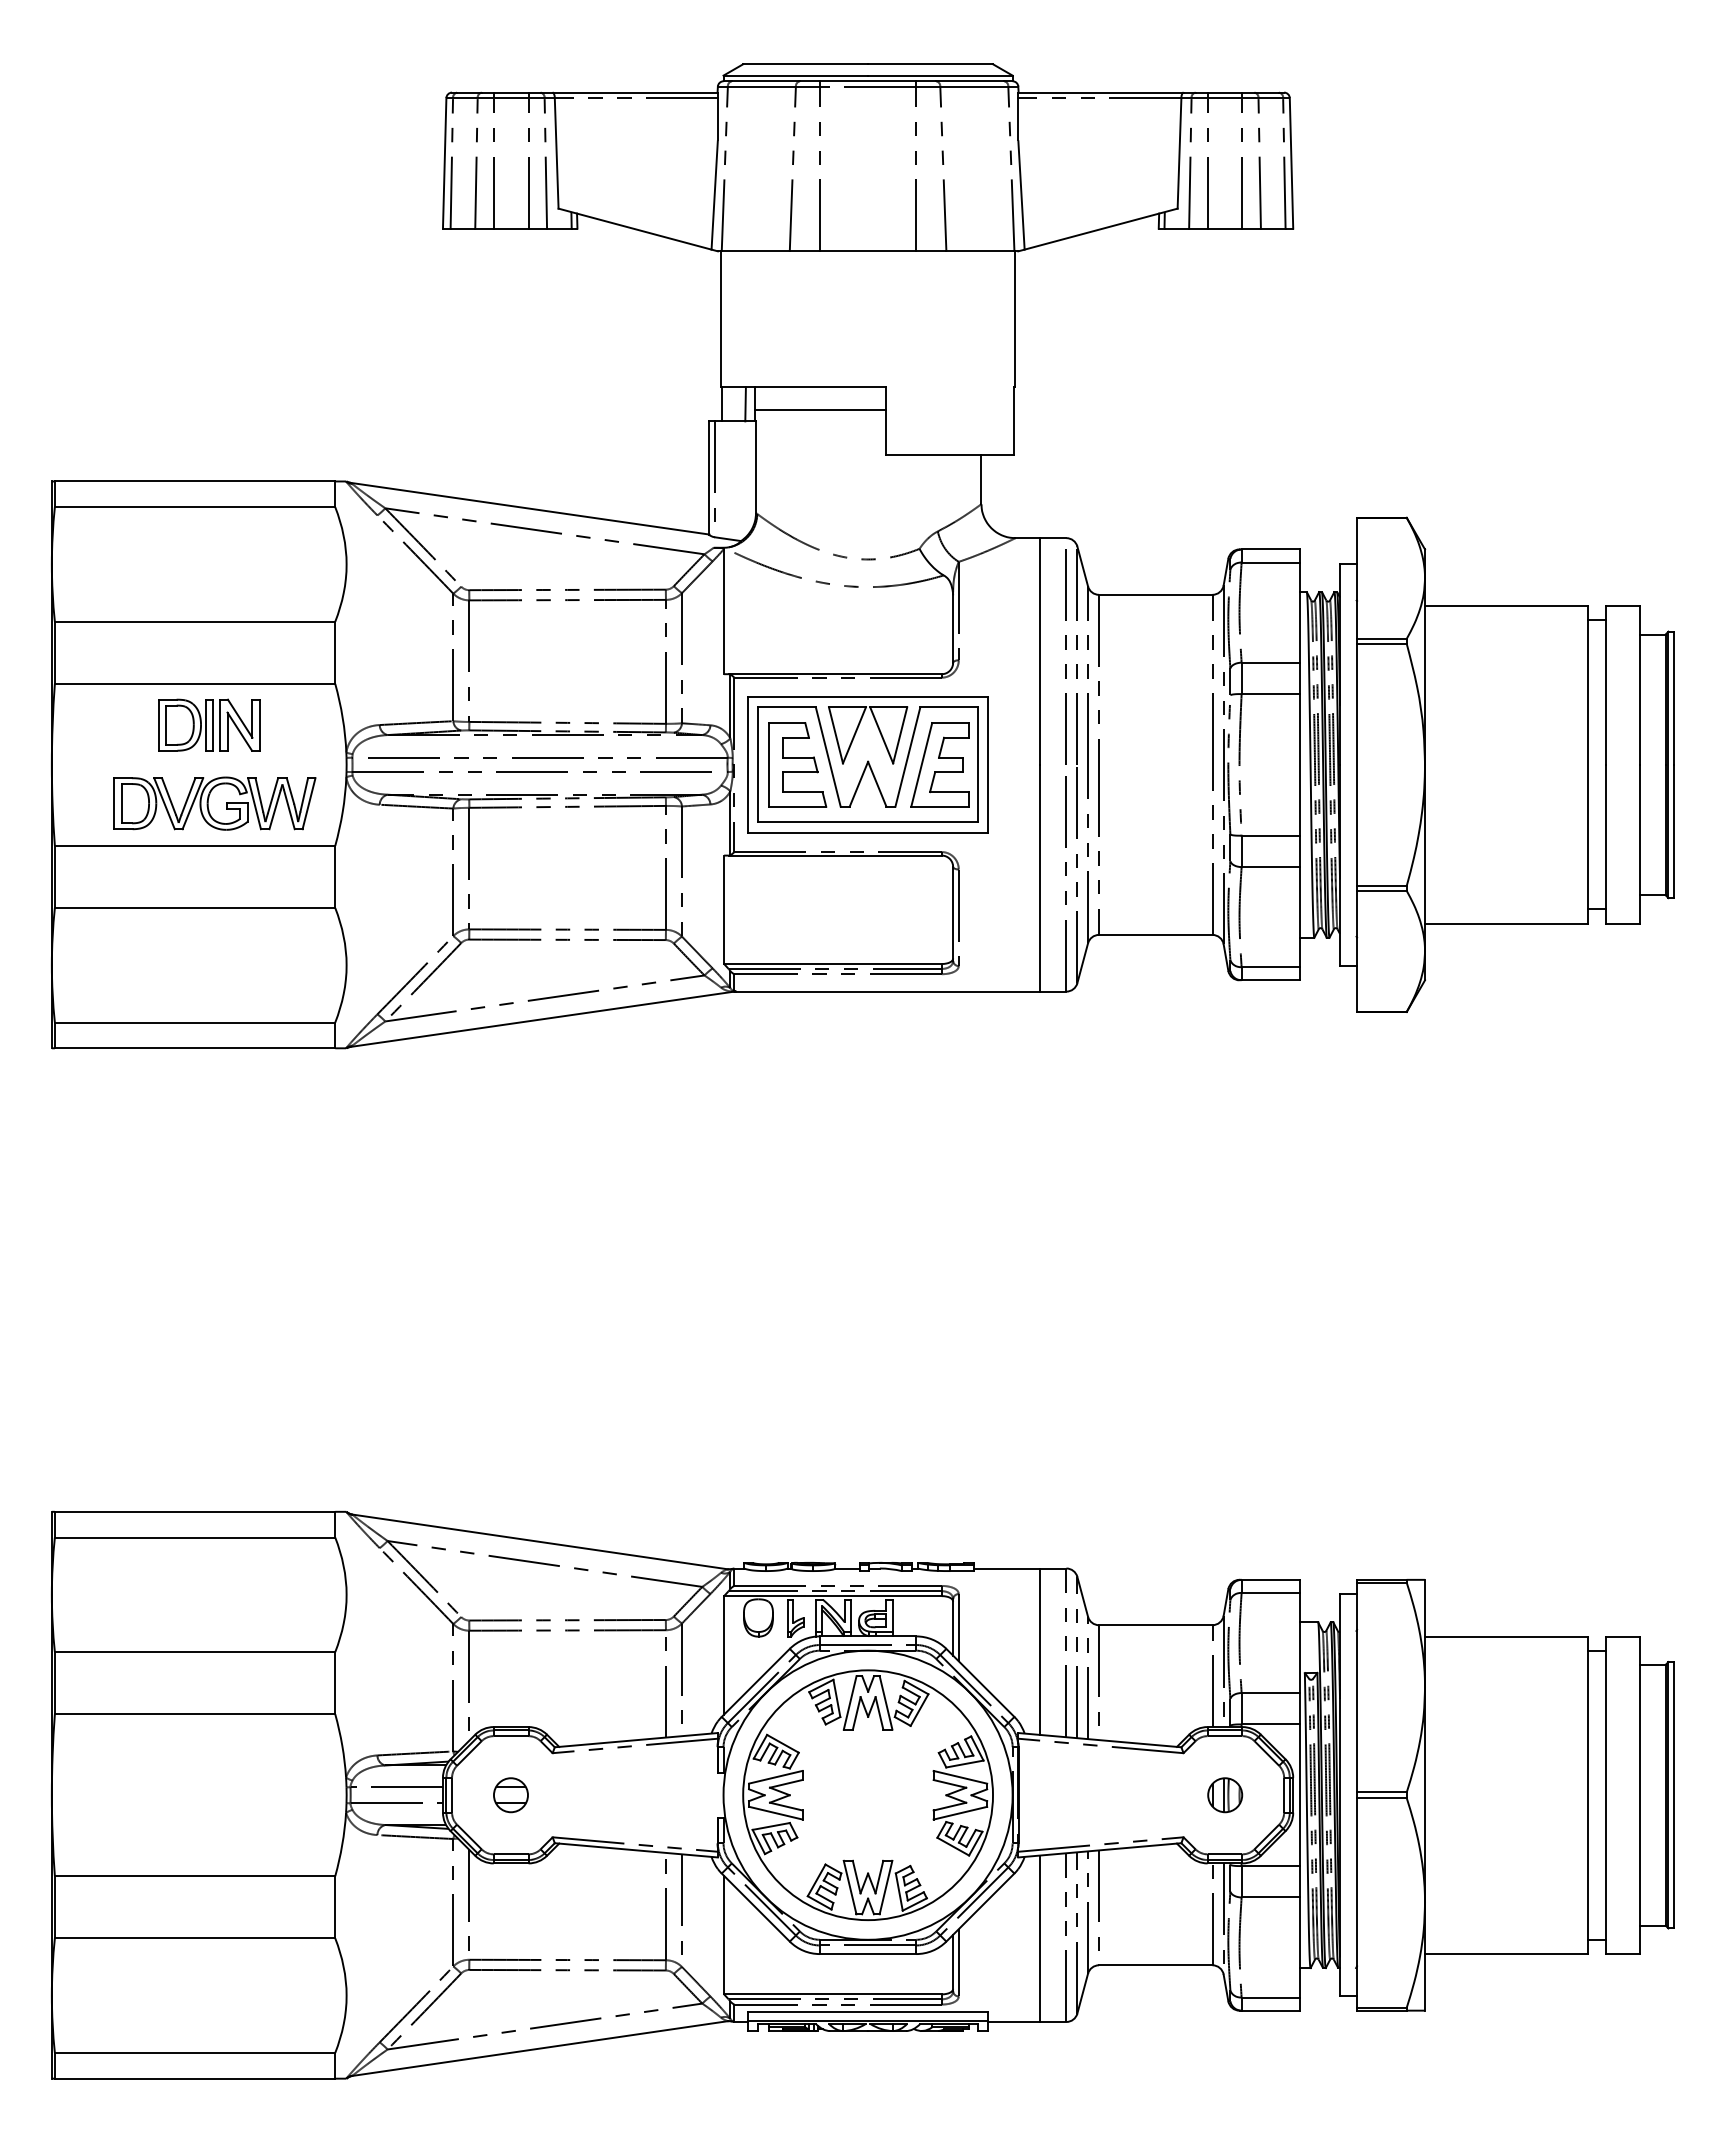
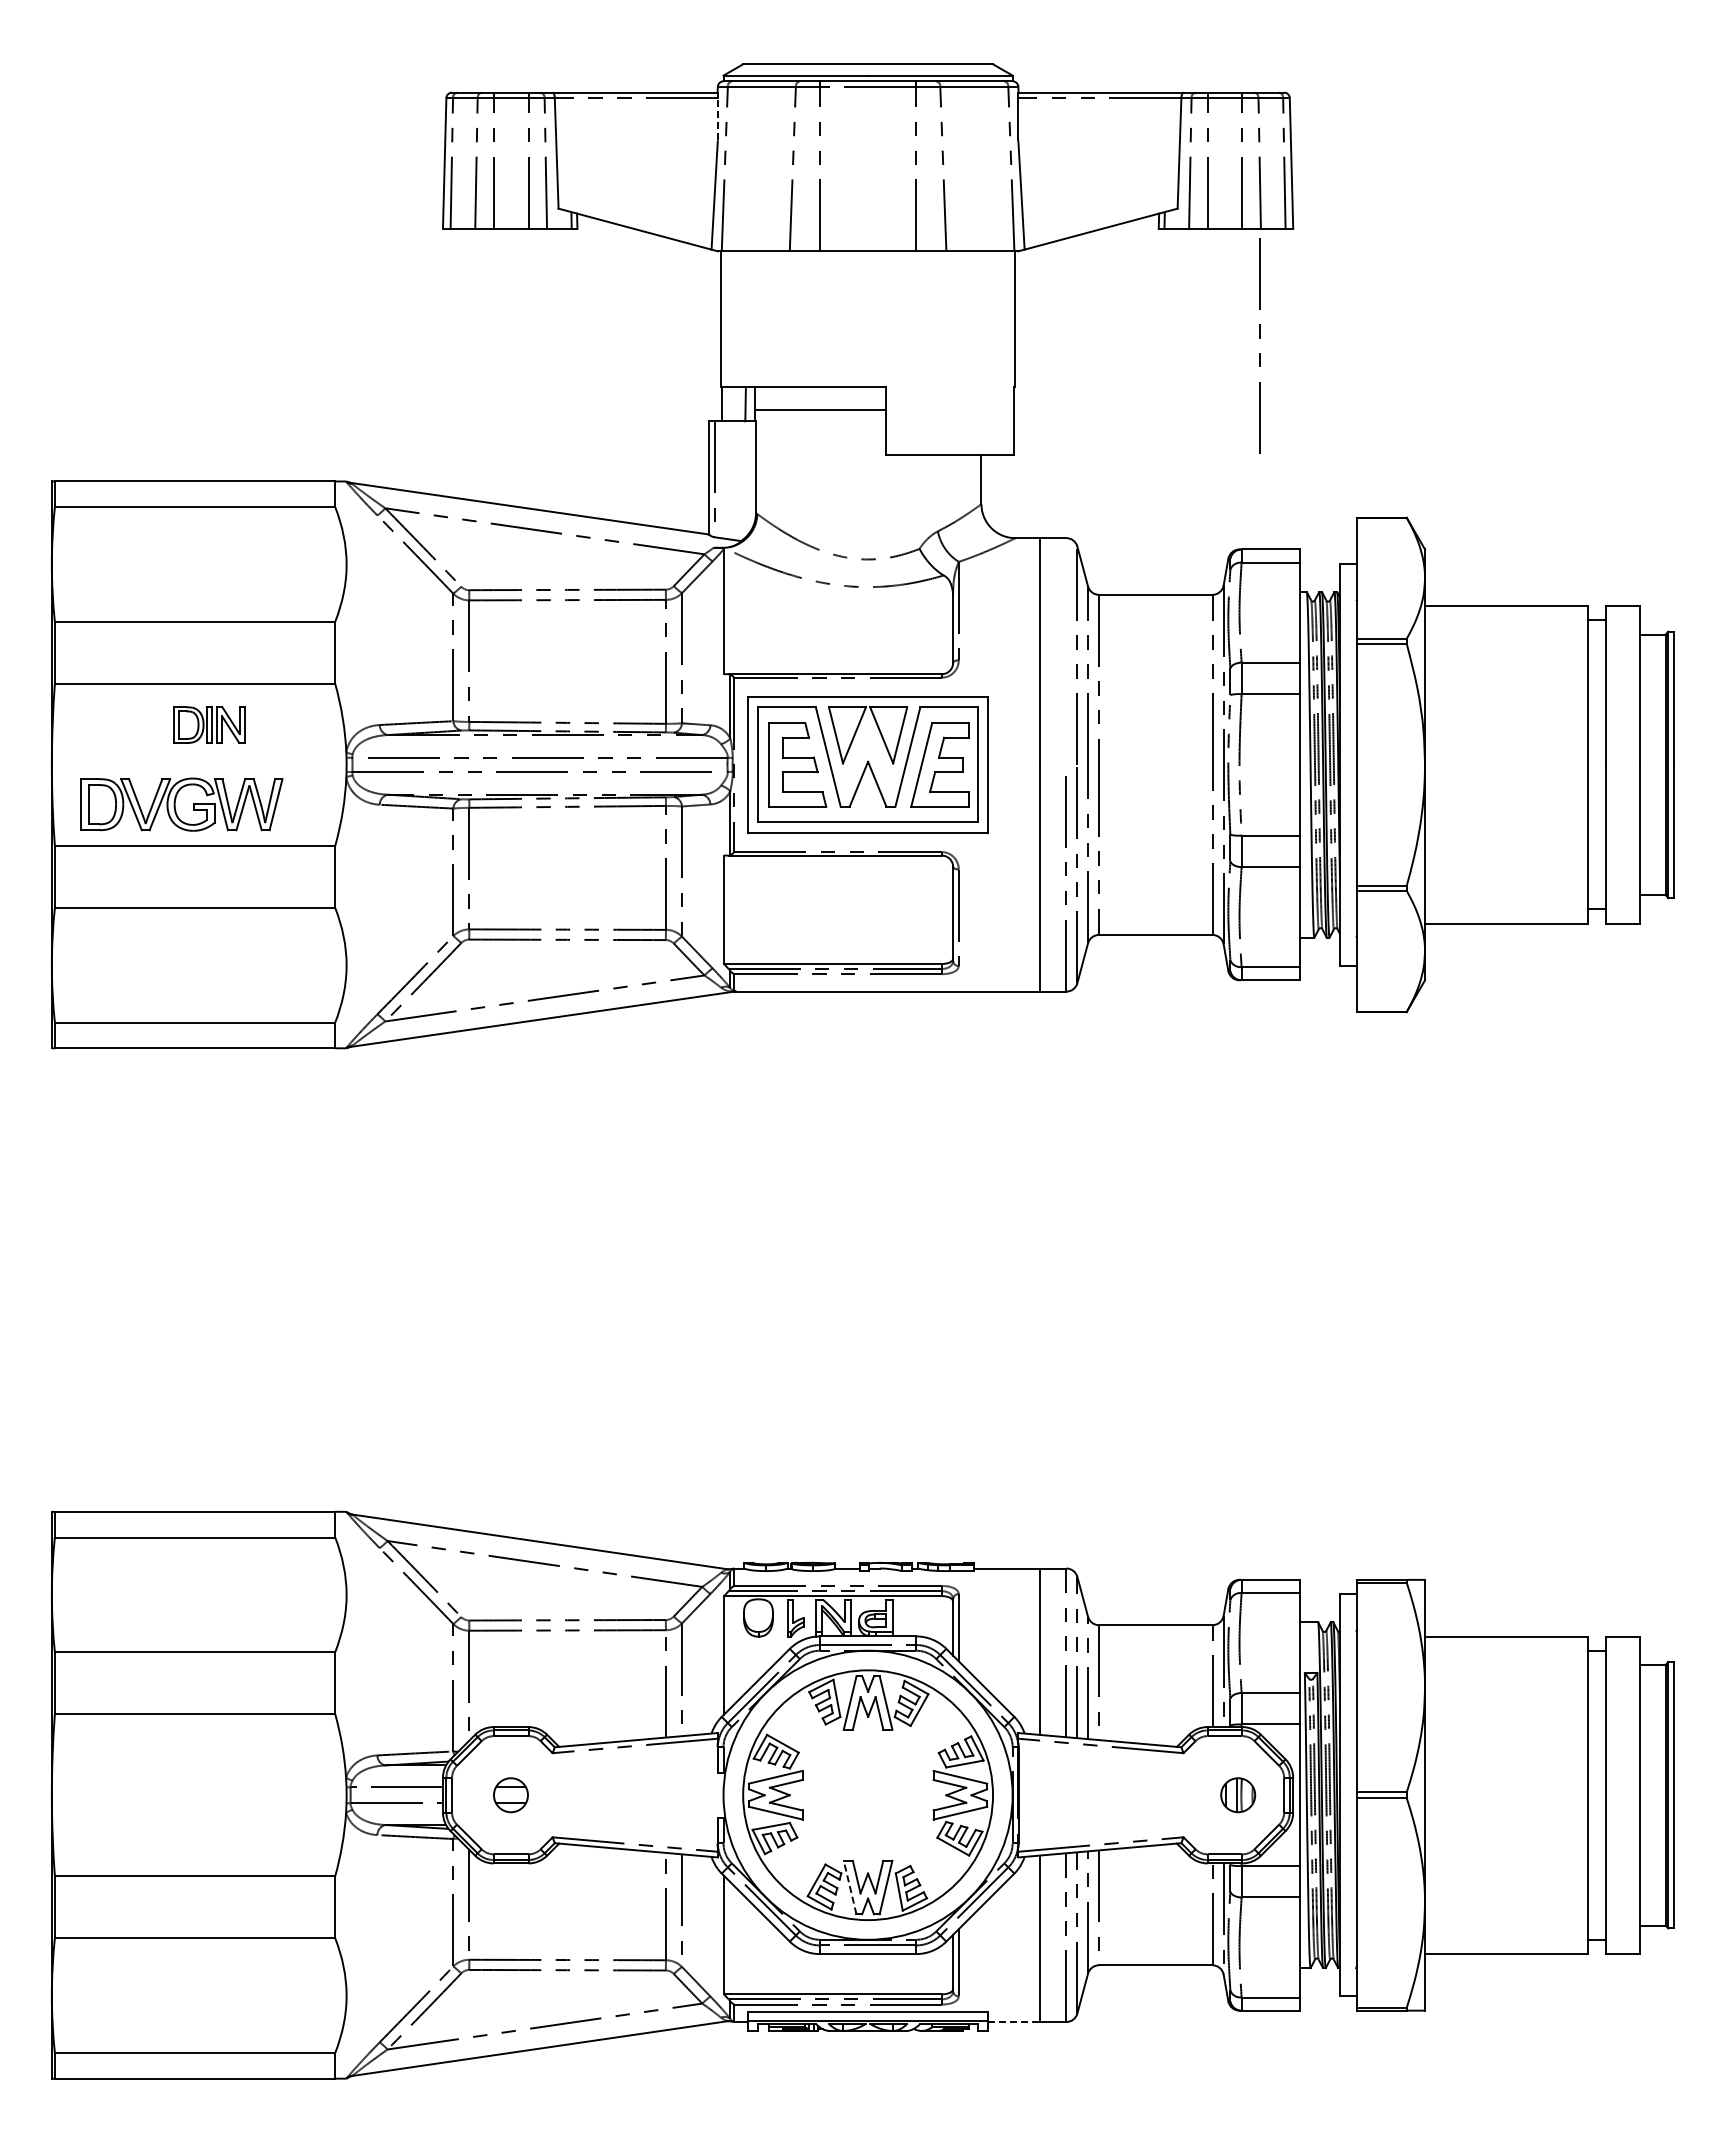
line at (717, 119): solid -> dashed
line at (1065, 649) position: (1065, 649) -> (1259, 338)
part at (209, 724) size: 103x54 px -> 73x38 px
part at (214, 803) position: (214, 803) -> (181, 804)
part at (1225, 1795) position: (1225, 1795) -> (1238, 1795)
line at (850, 1887): solid -> dashed
line at (1014, 2021): solid -> dashed
